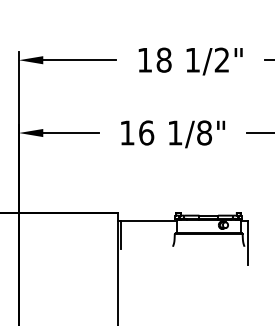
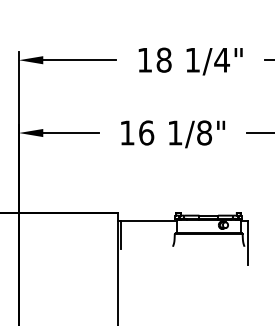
text at (221, 59): 1/2" -> 1/4"
